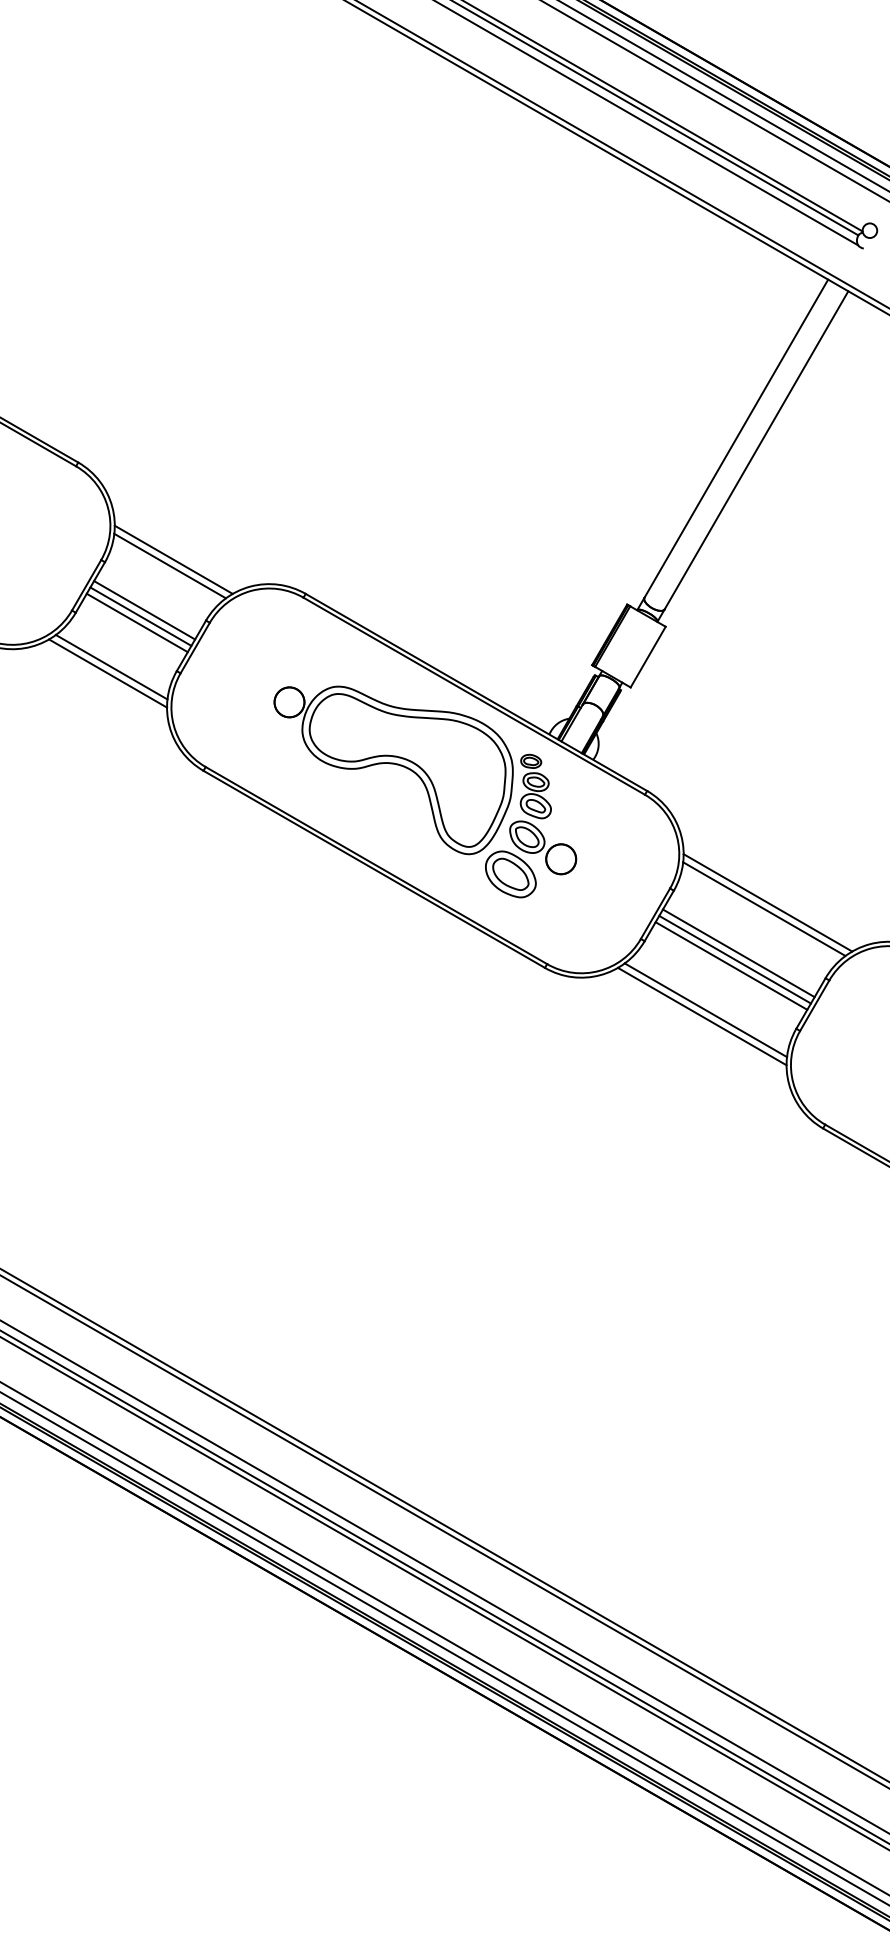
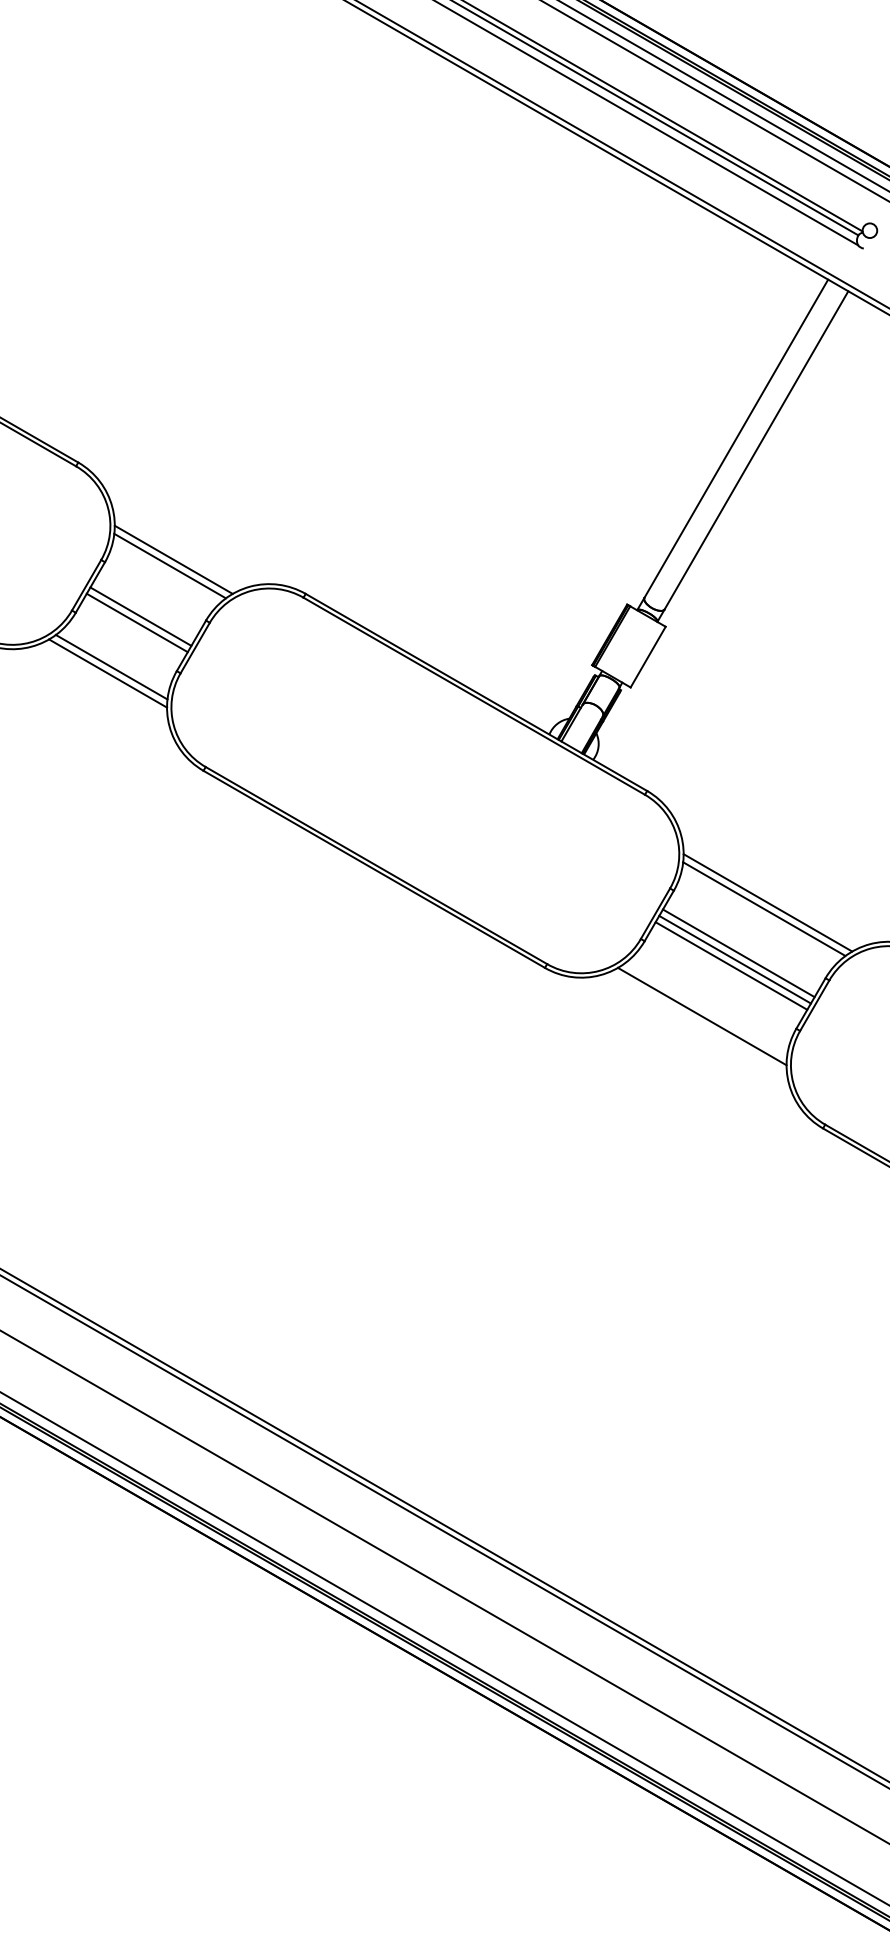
line at (144, 610): present -> none
part at (425, 791): present -> none
line at (705, 1010): present -> none
line at (444, 1576): present -> none
line at (444, 1593): present -> none
line at (444, 1638): present -> none
